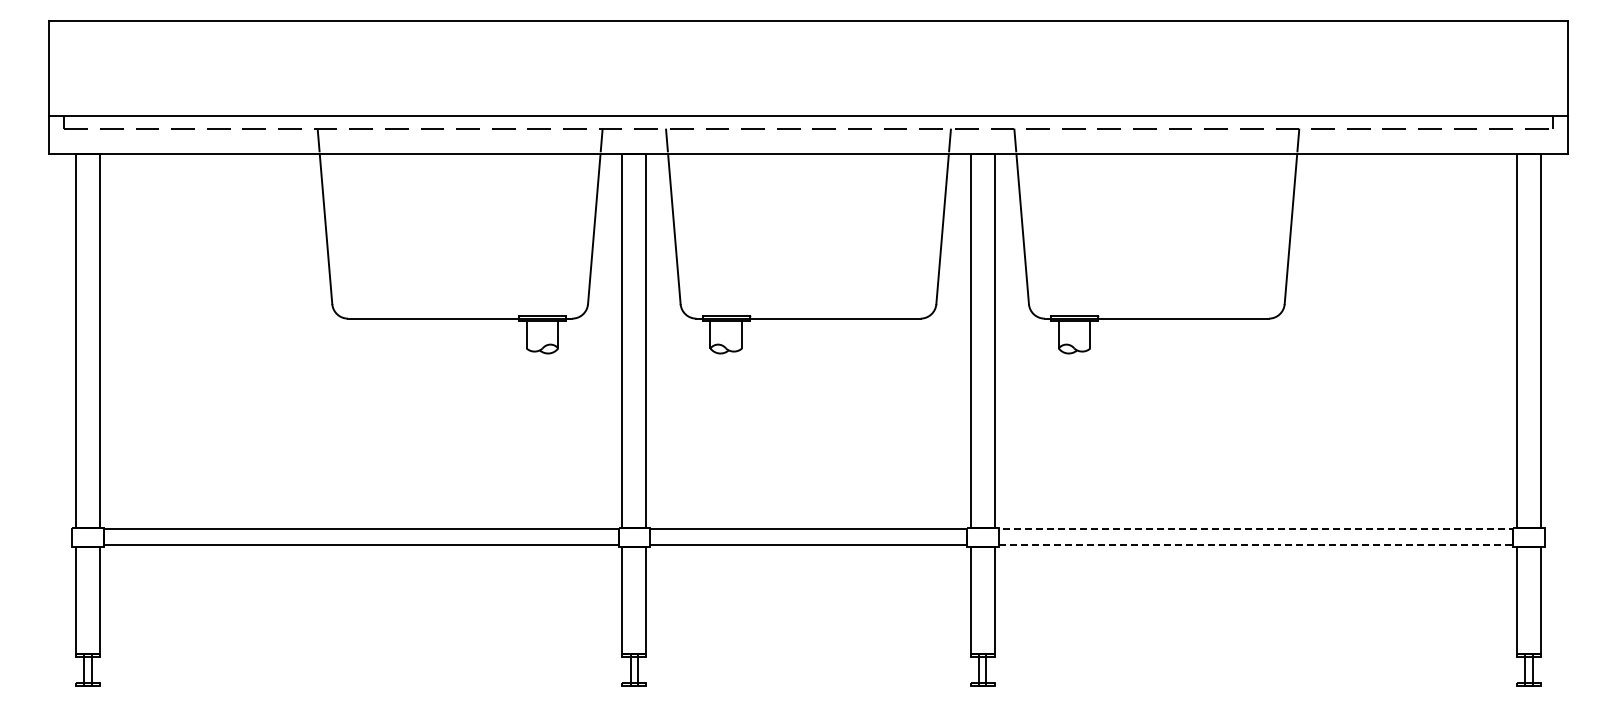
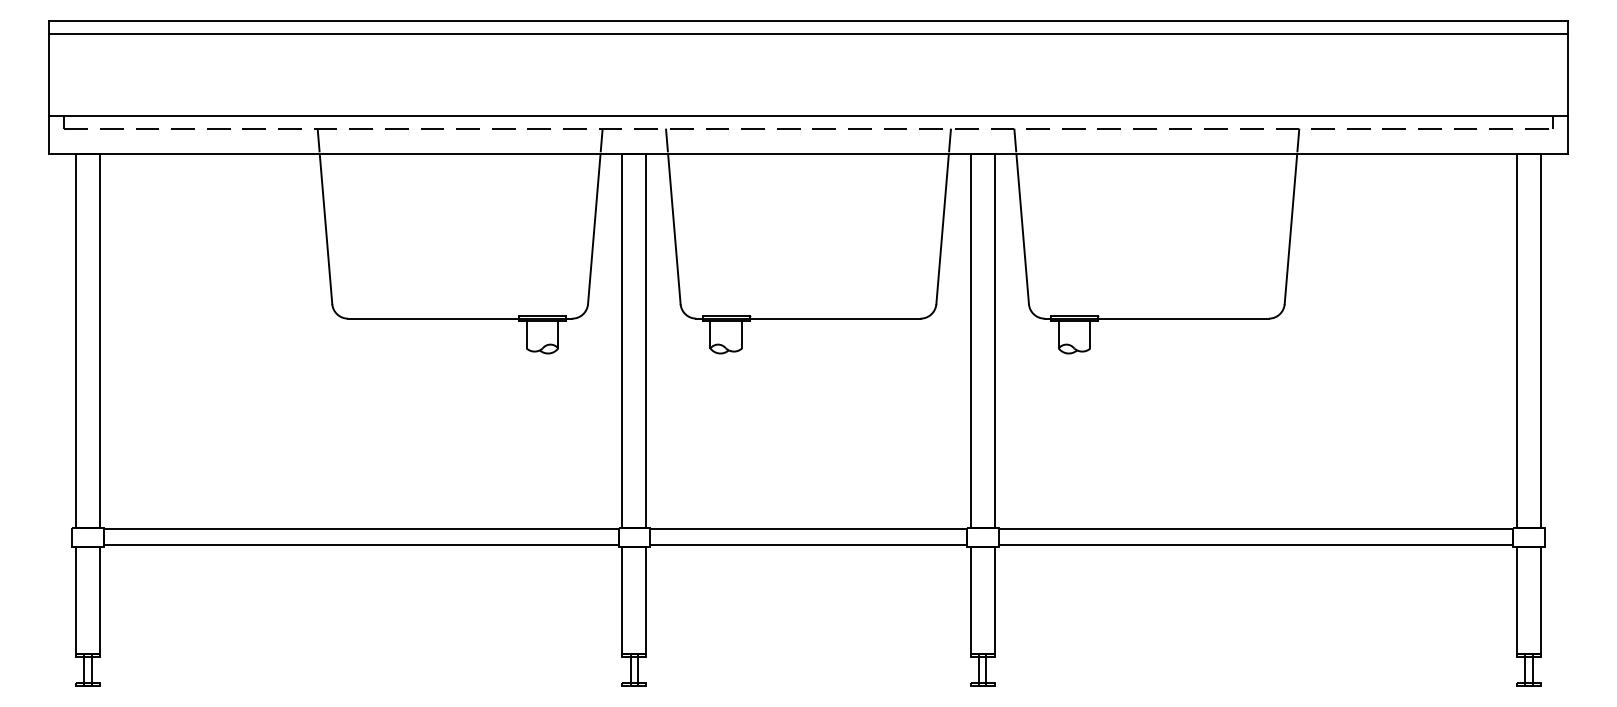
line at (808, 33): none -> present
line at (1513, 537): dashed -> solid
